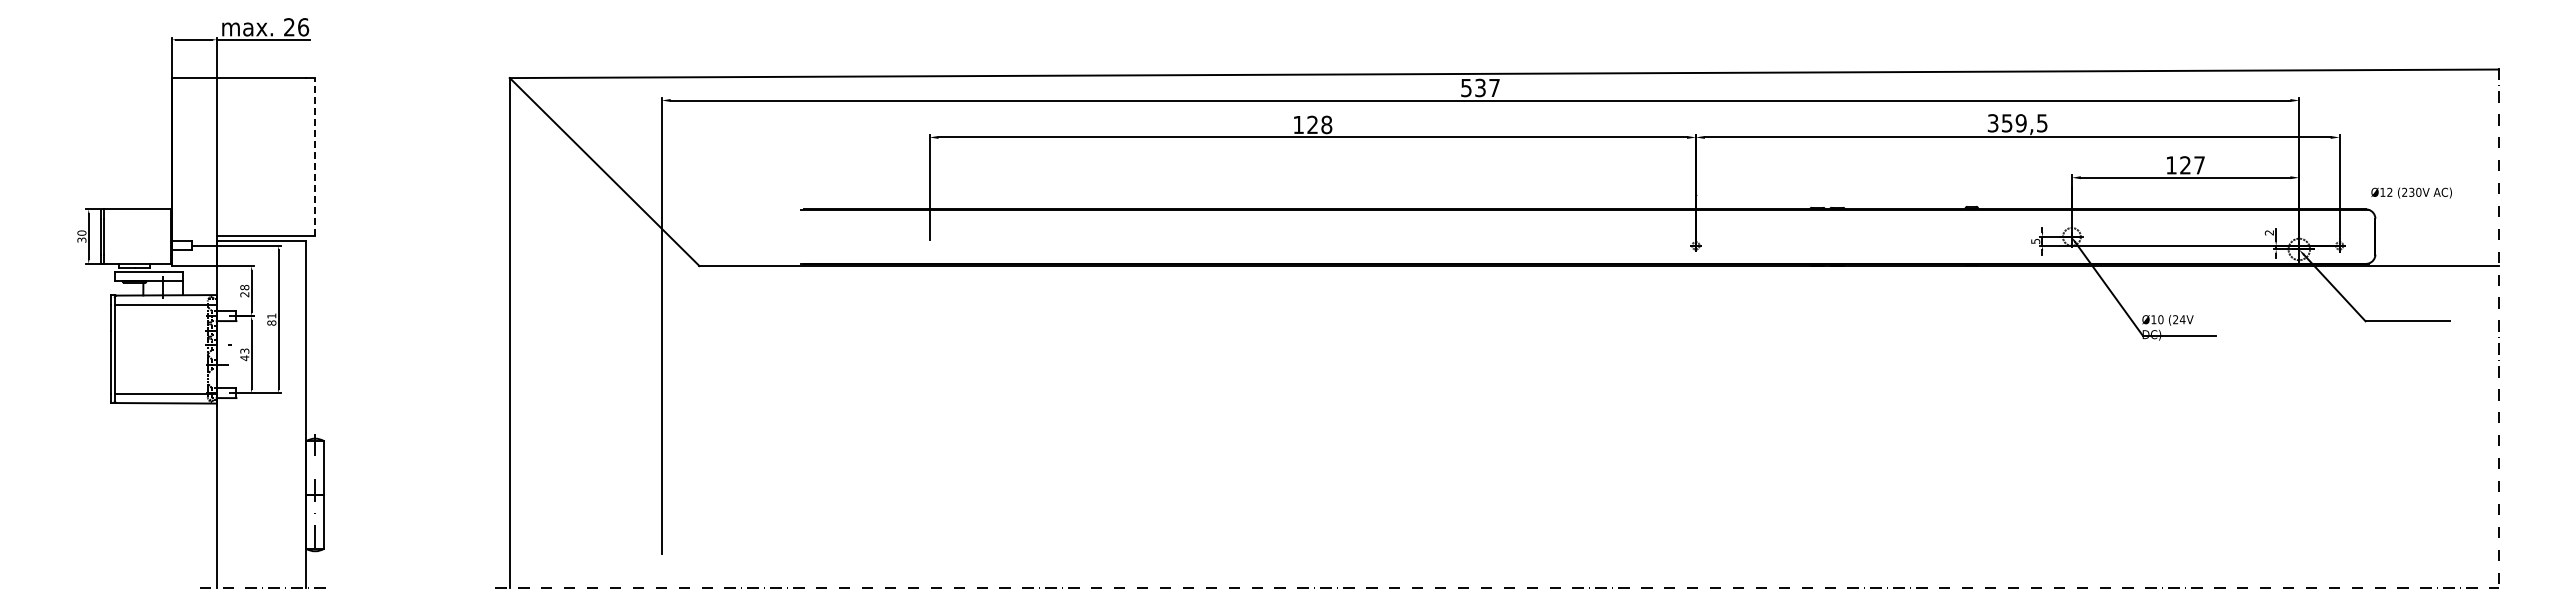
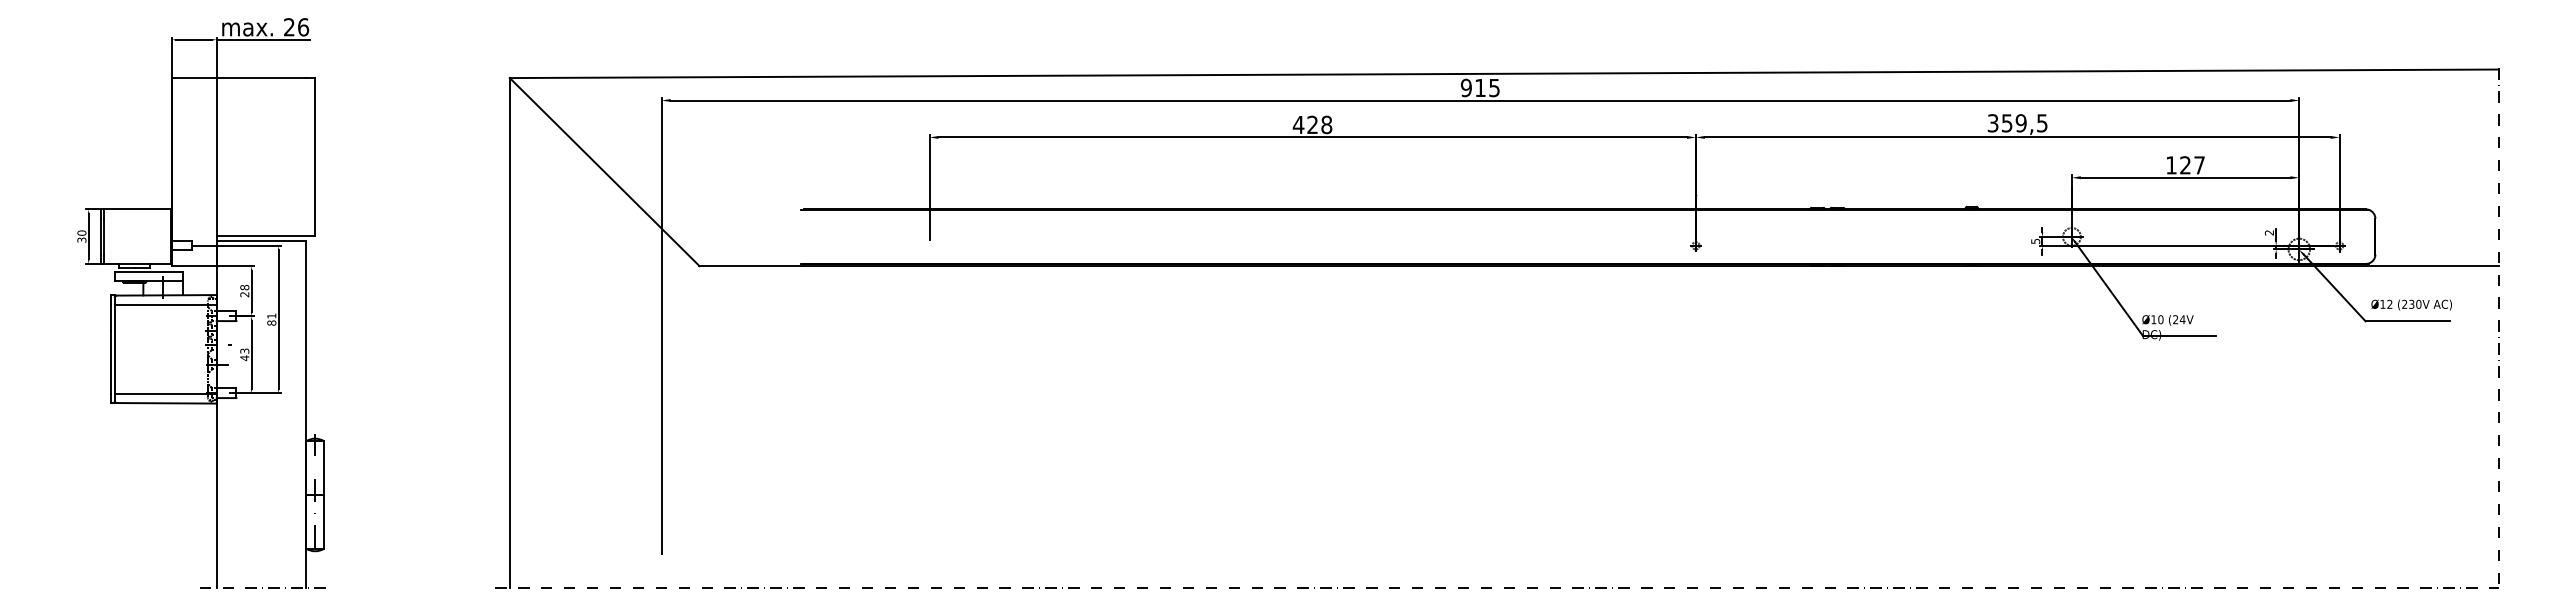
text at (1479, 87): 537 -> 915
text at (1298, 124): 128 -> 428
line at (315, 156): dashed -> solid
text at (2411, 192) position: (2411, 192) -> (2411, 304)
